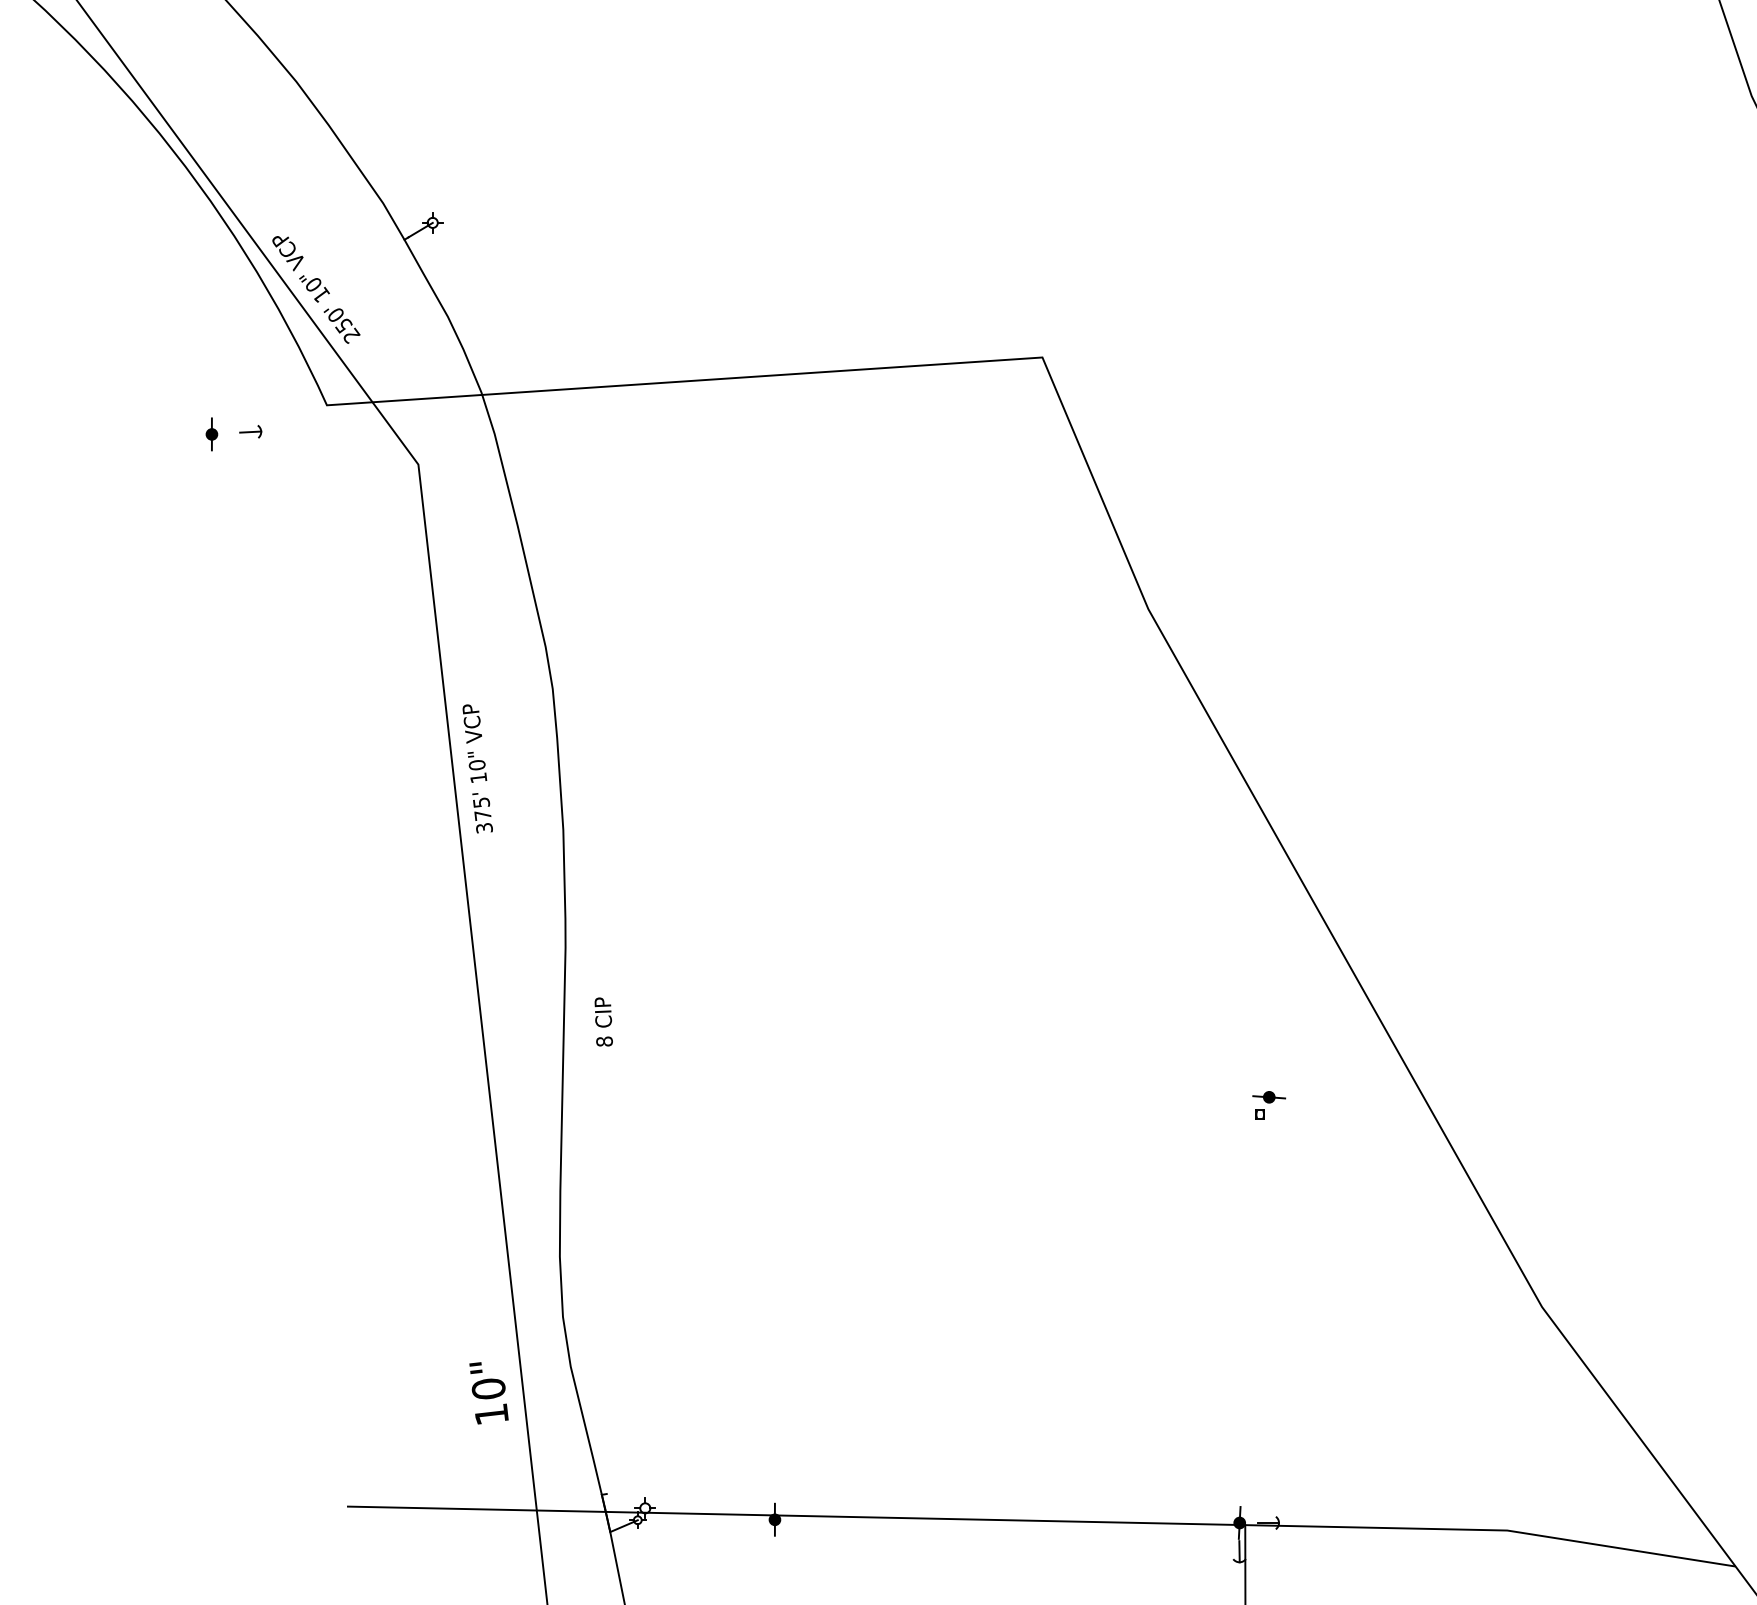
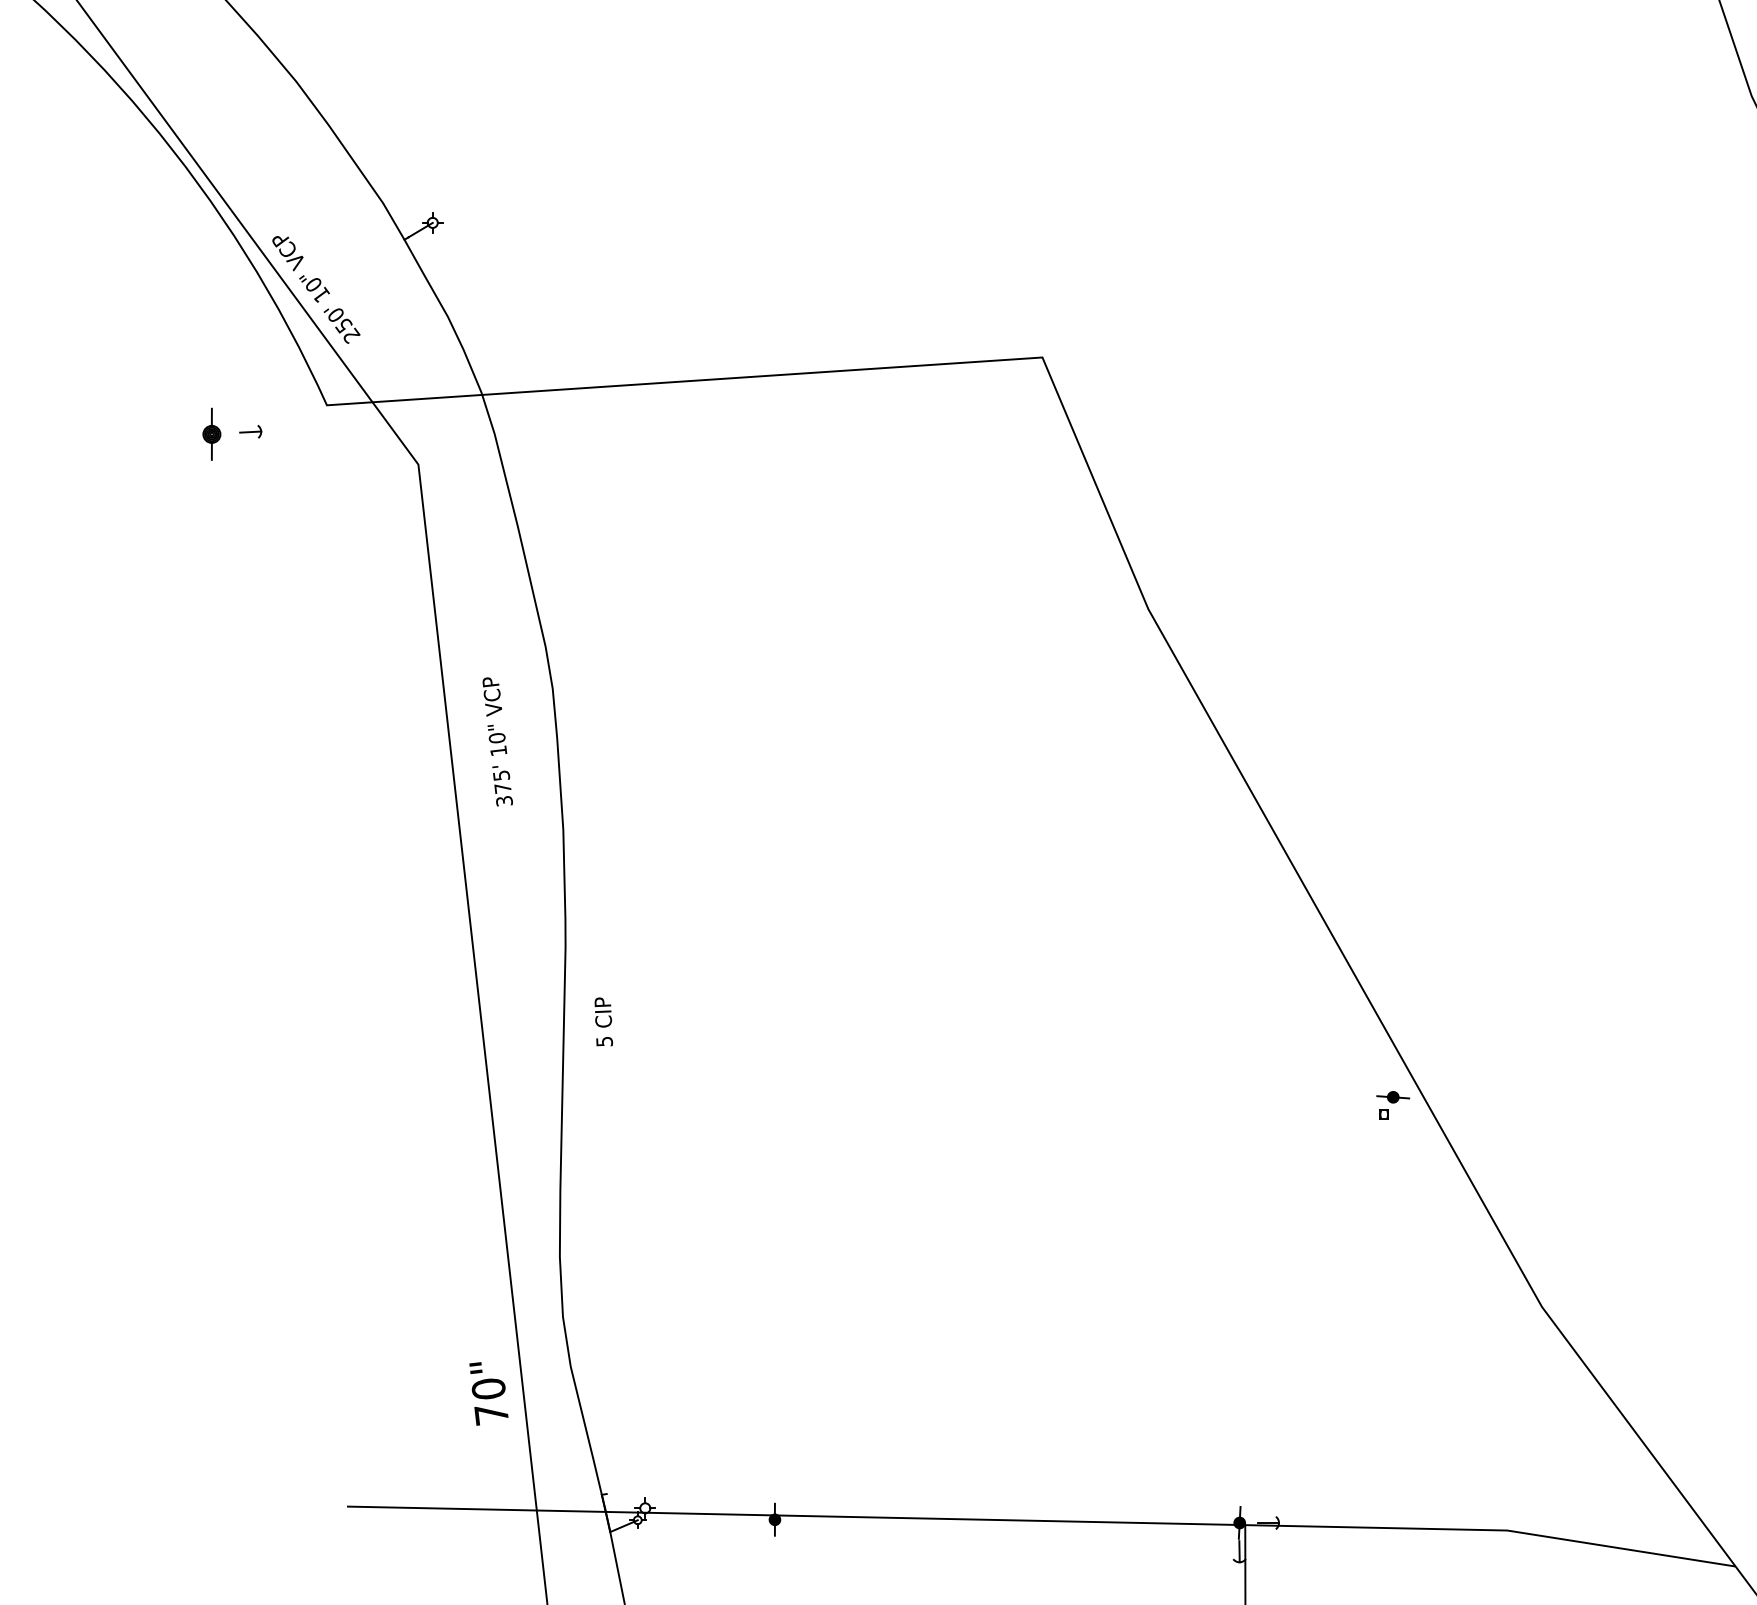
part at (211, 434) size: 14x35 px -> 20x54 px
text at (477, 768) position: (477, 768) -> (497, 741)
text at (604, 1041): 8 -> 5
part at (1269, 1105) position: (1269, 1105) -> (1393, 1105)
text at (491, 1414): 10" -> 70"
